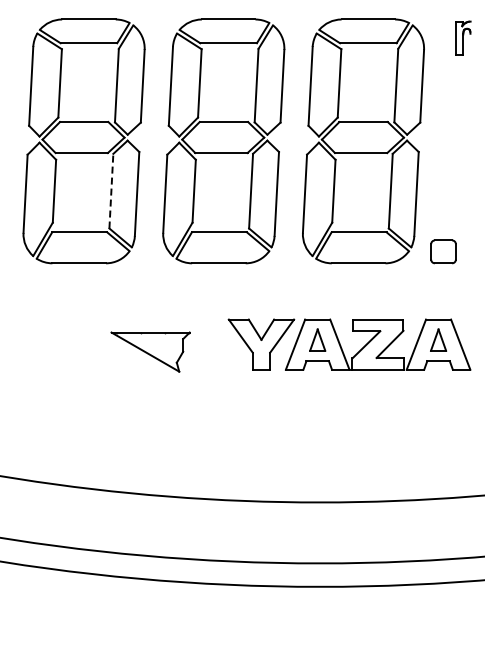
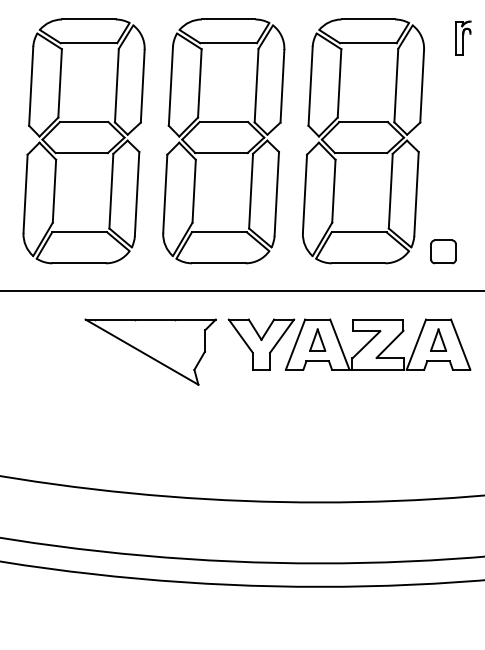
line at (111, 190): dashed -> solid
line at (241, 291): none -> present
part at (150, 351) size: 81x42 px -> 133x68 px
